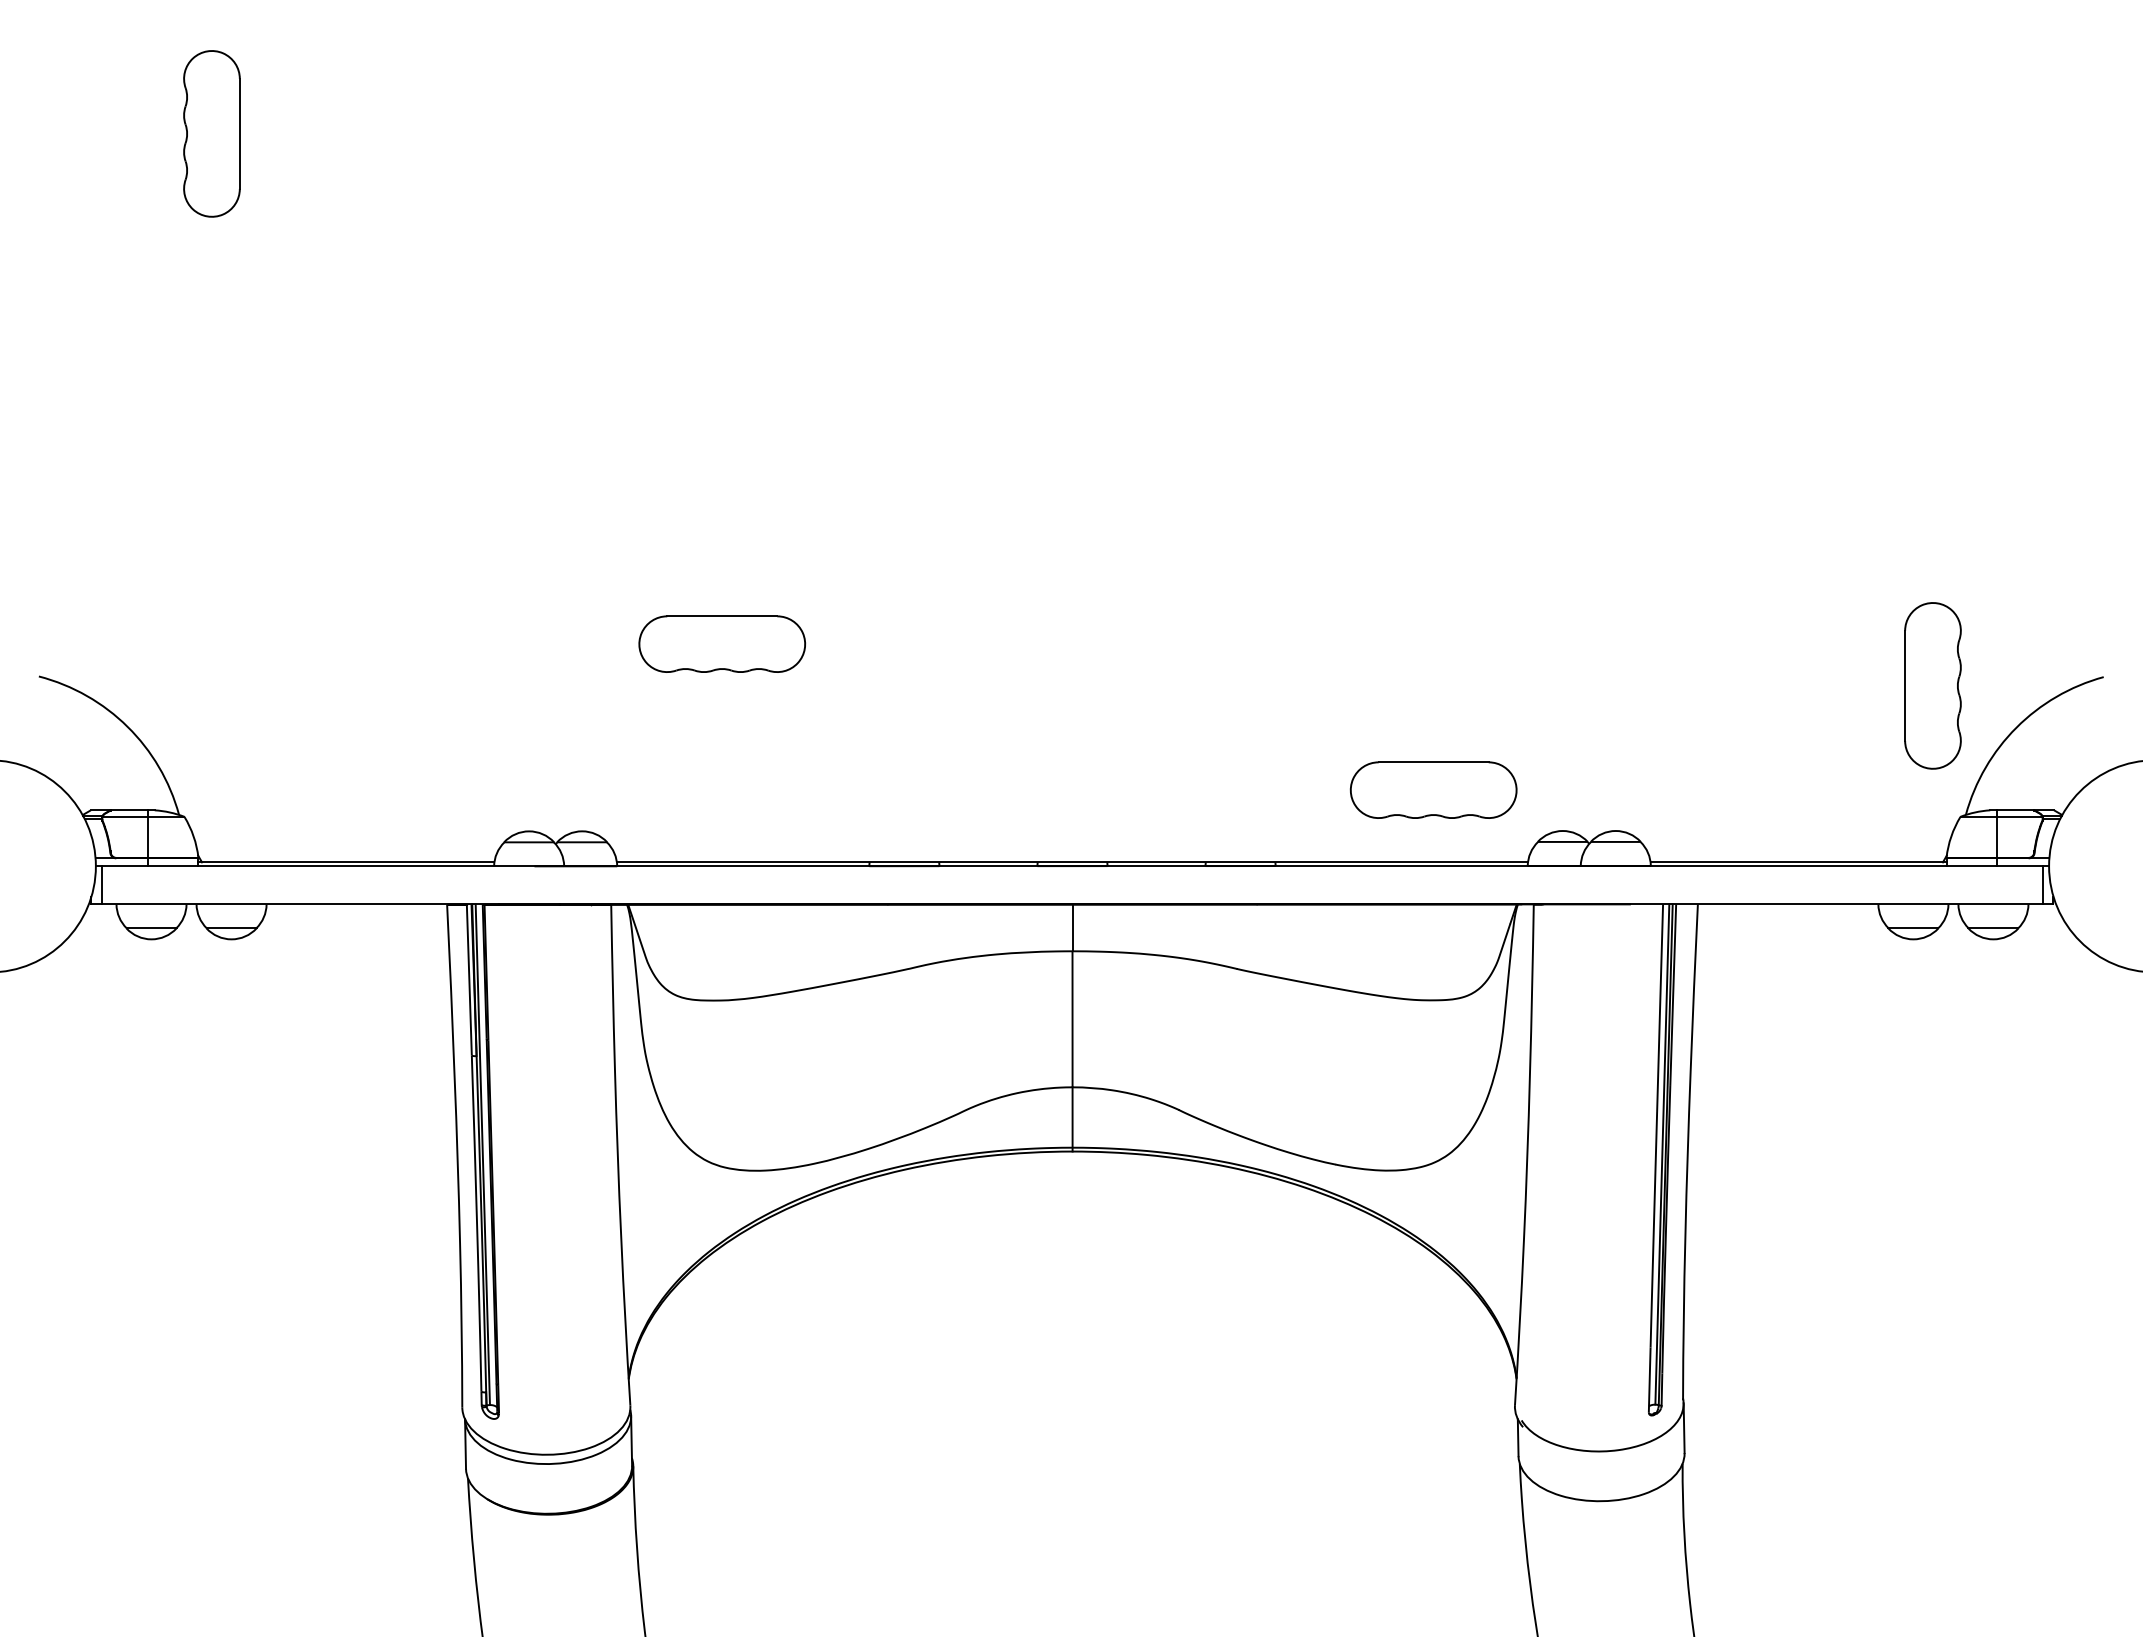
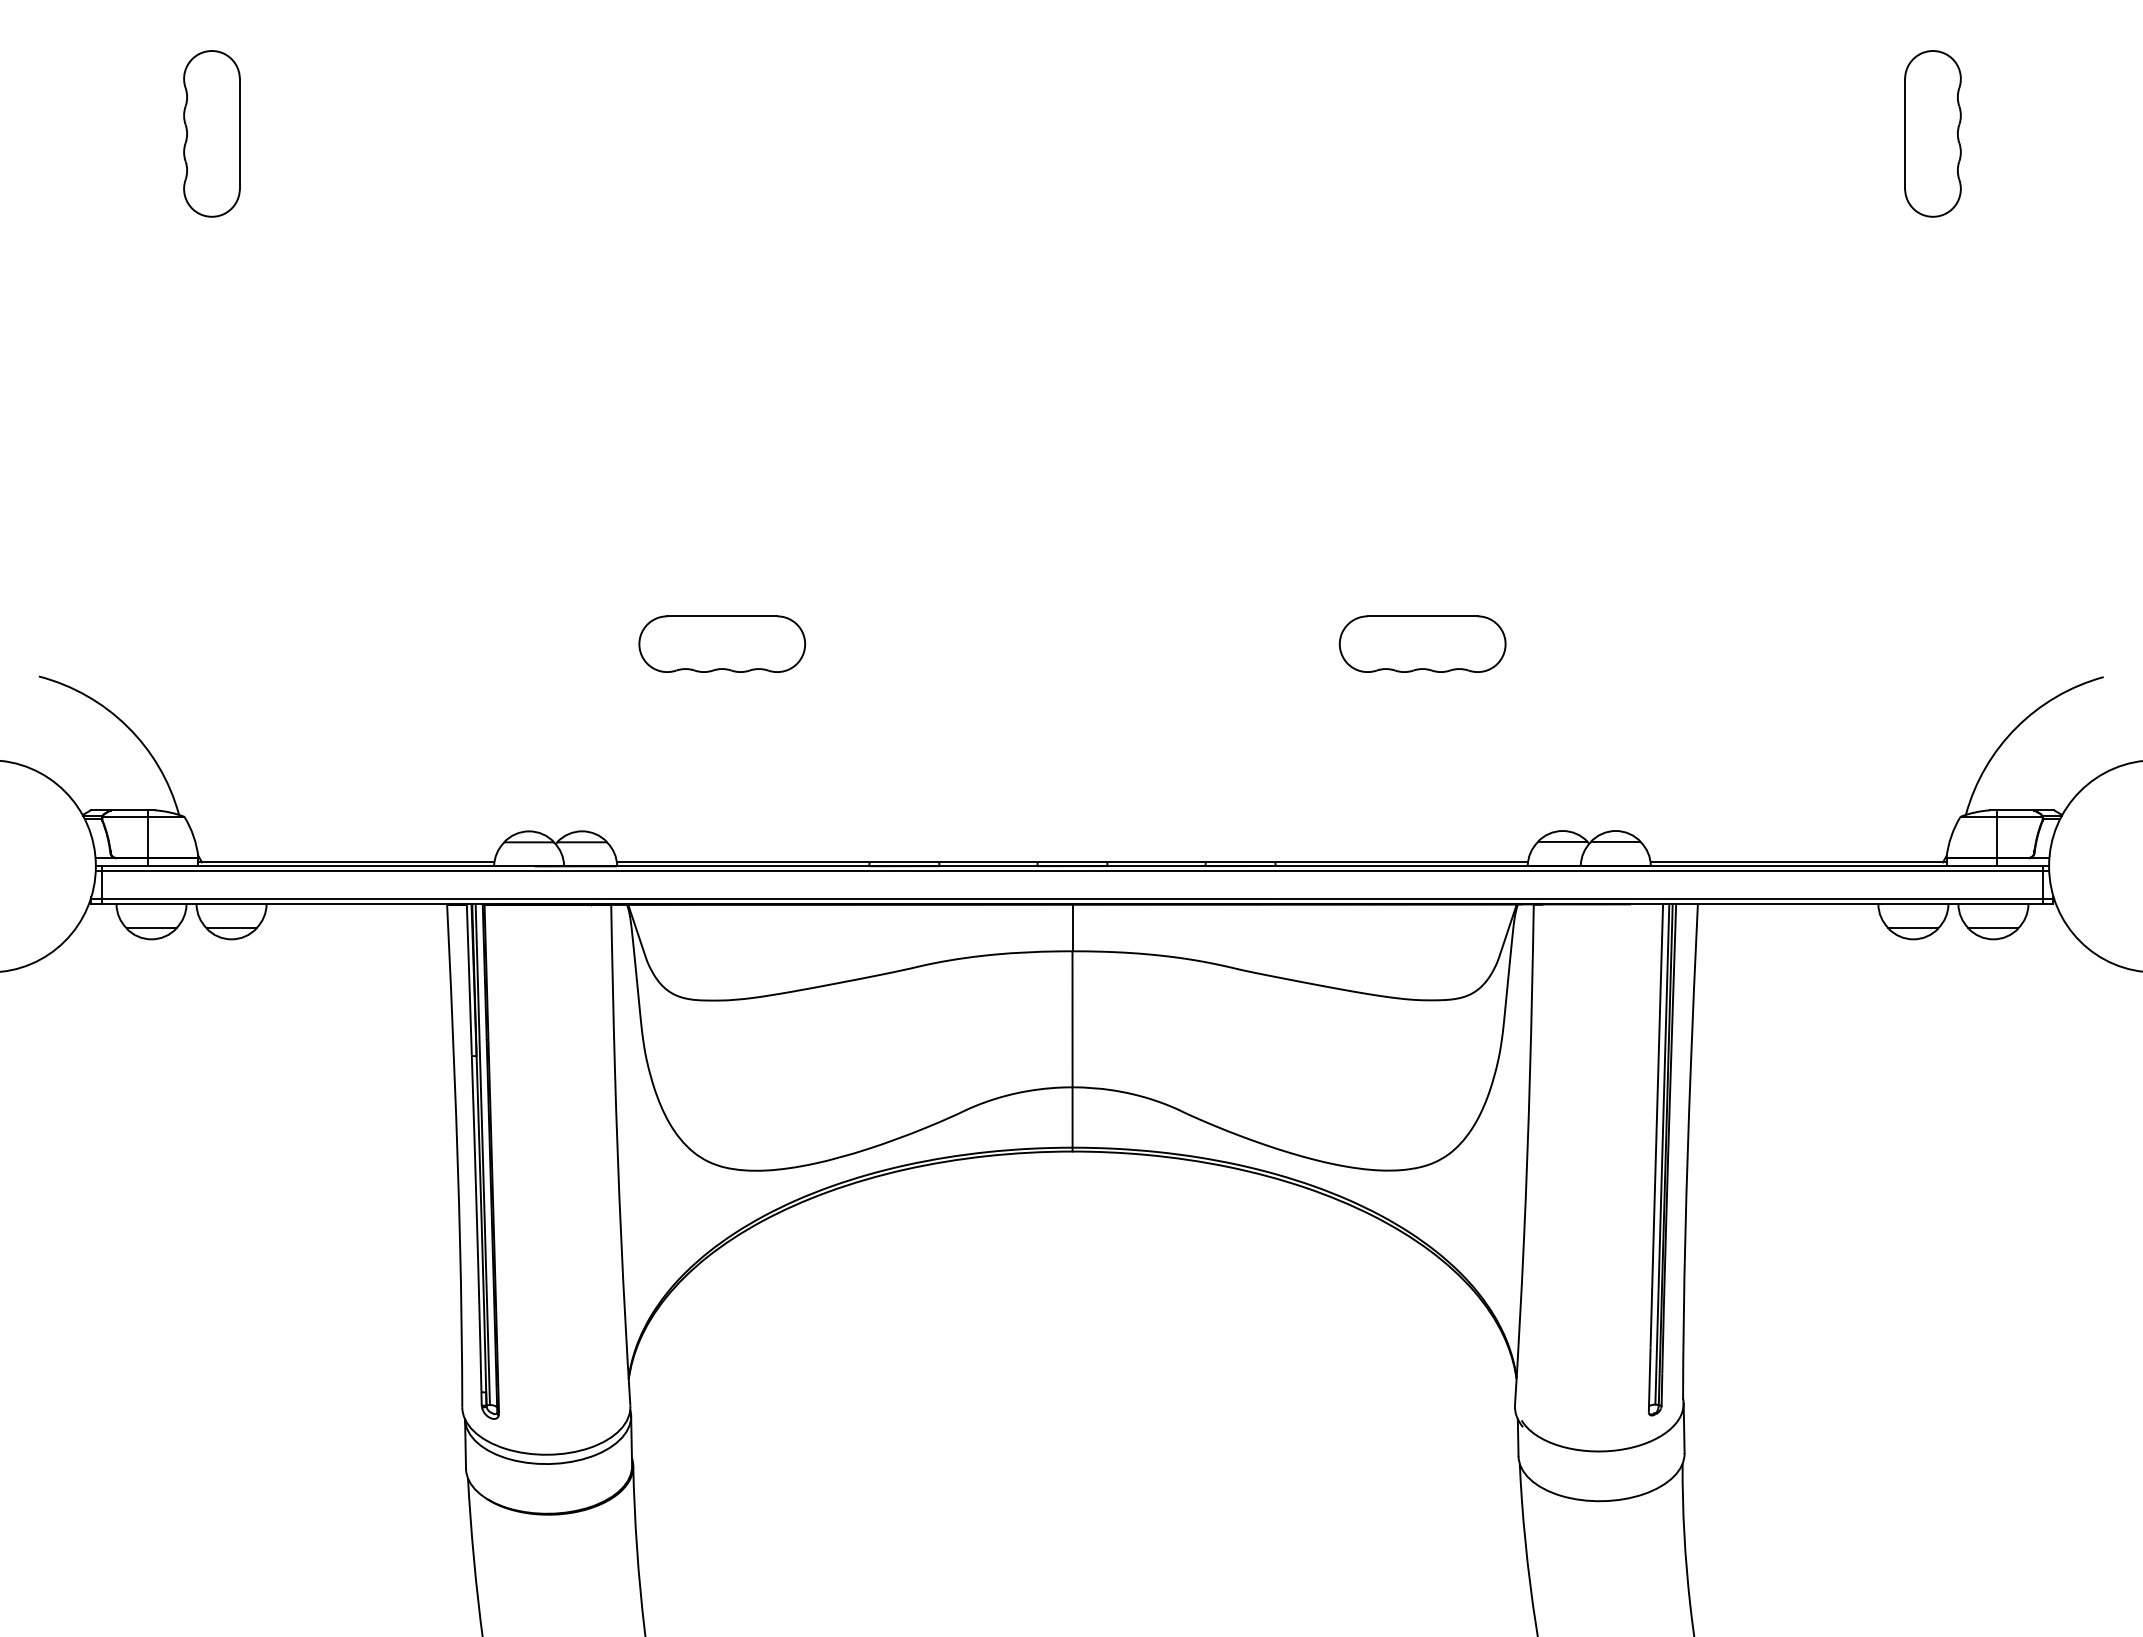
part at (1932, 685) position: (1932, 685) -> (1932, 133)
part at (1433, 789) position: (1433, 789) -> (1422, 643)
line at (1072, 871): none -> present
line at (1072, 899): none -> present
